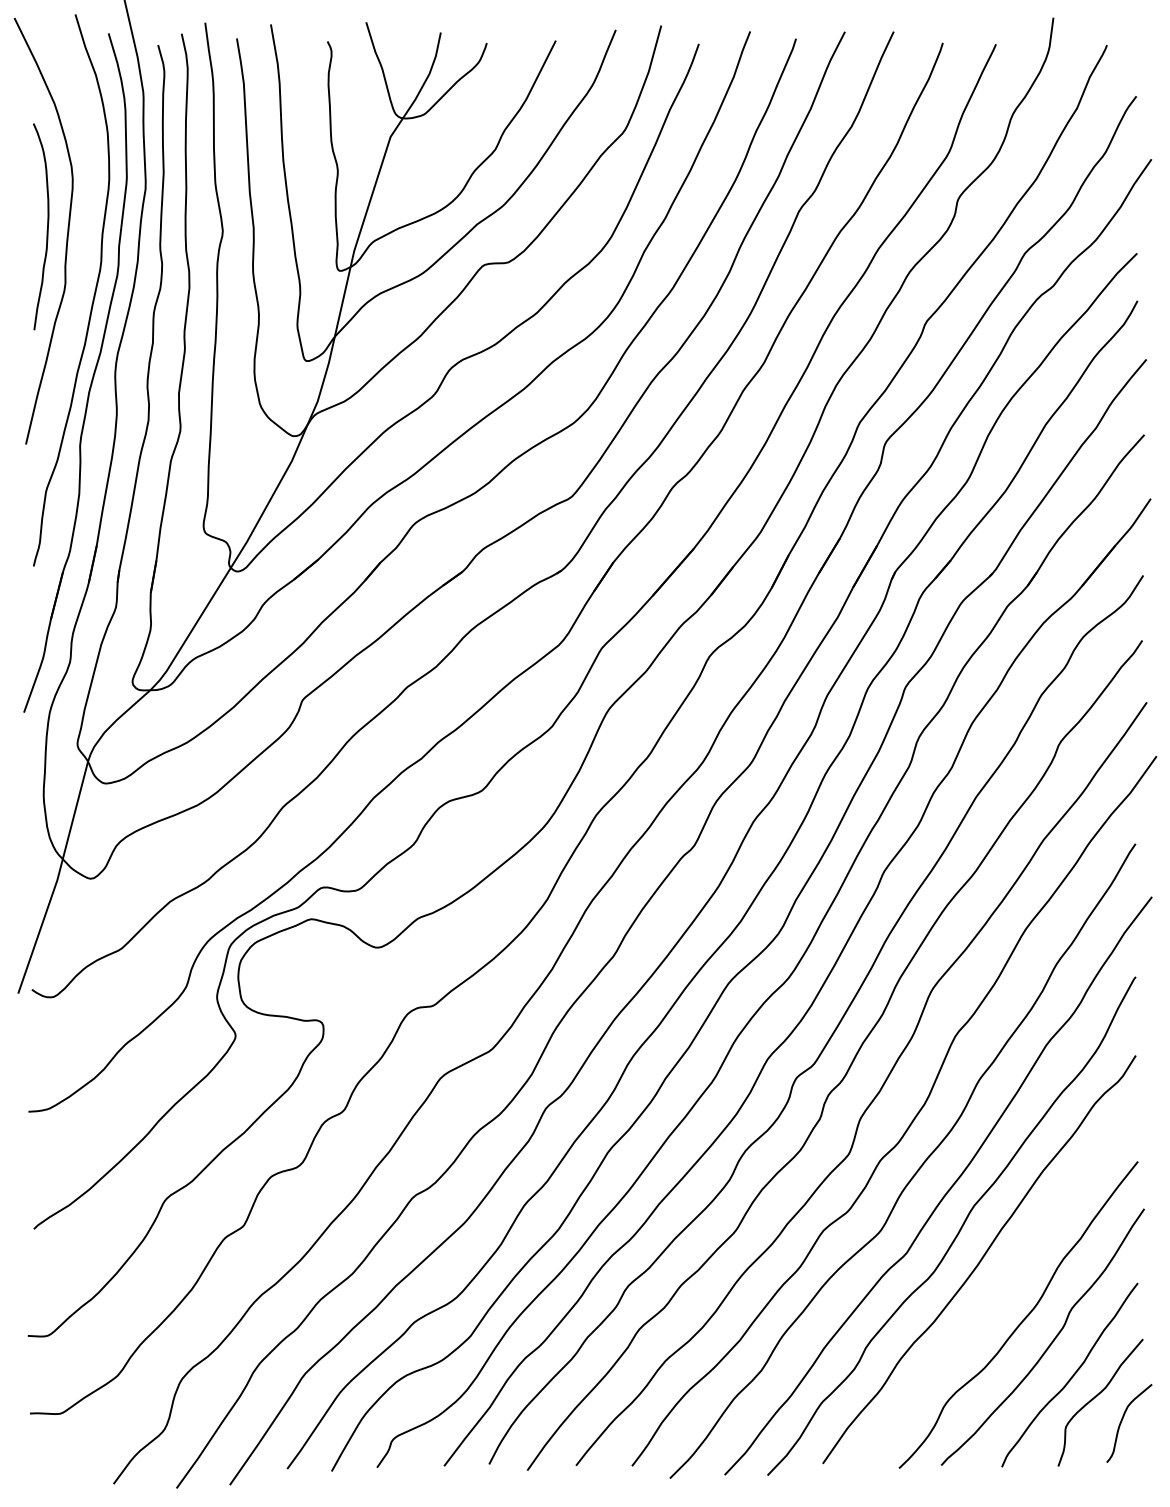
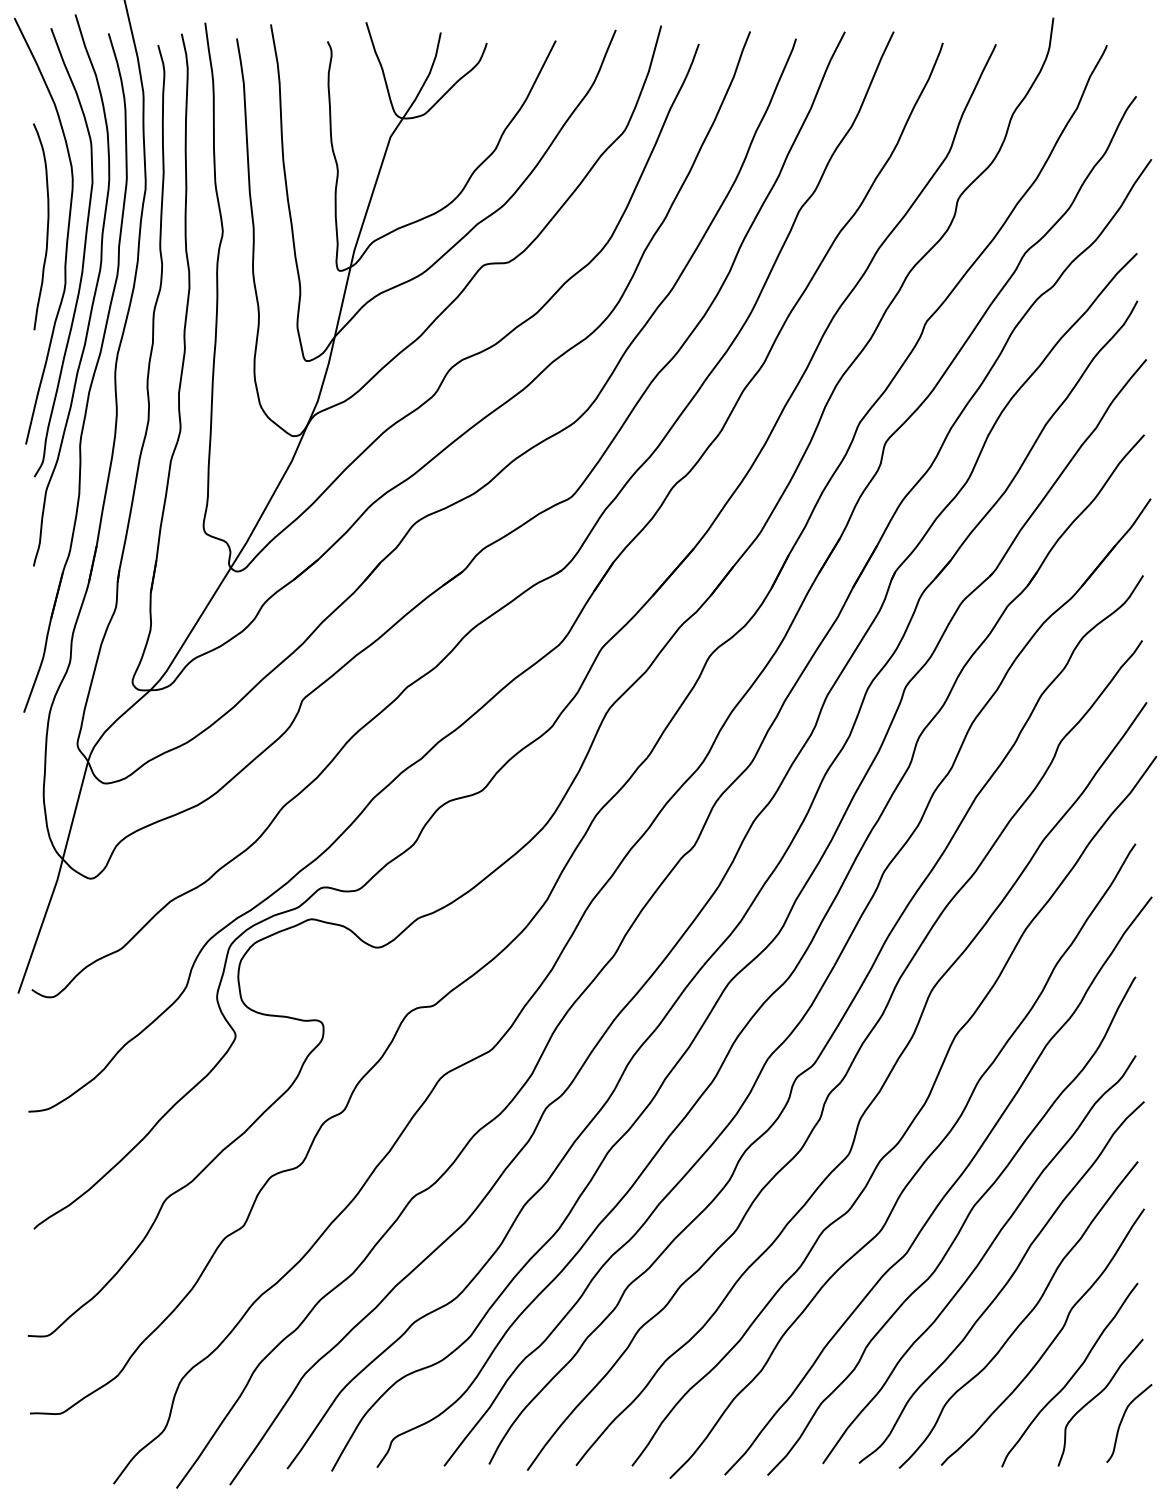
curve at (82, 258): none -> present
curve at (1004, 1284): none -> present
